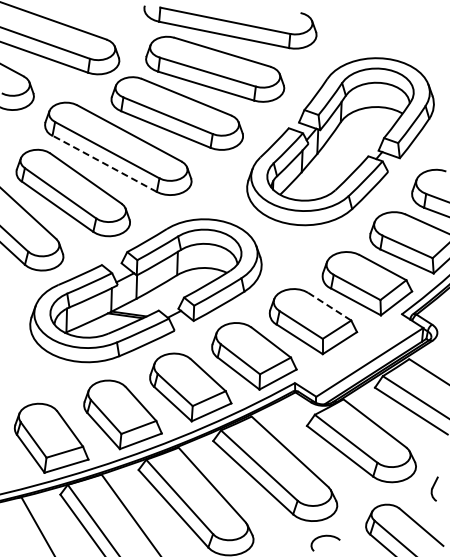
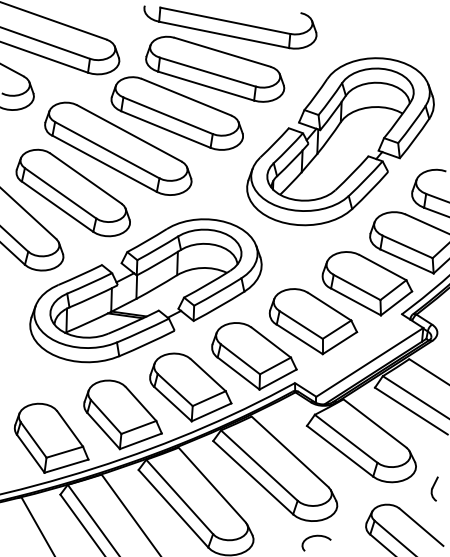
line at (104, 163): dashed -> solid
line at (329, 306): dashed -> solid
curve at (322, 537) position: (322, 537) -> (313, 537)
